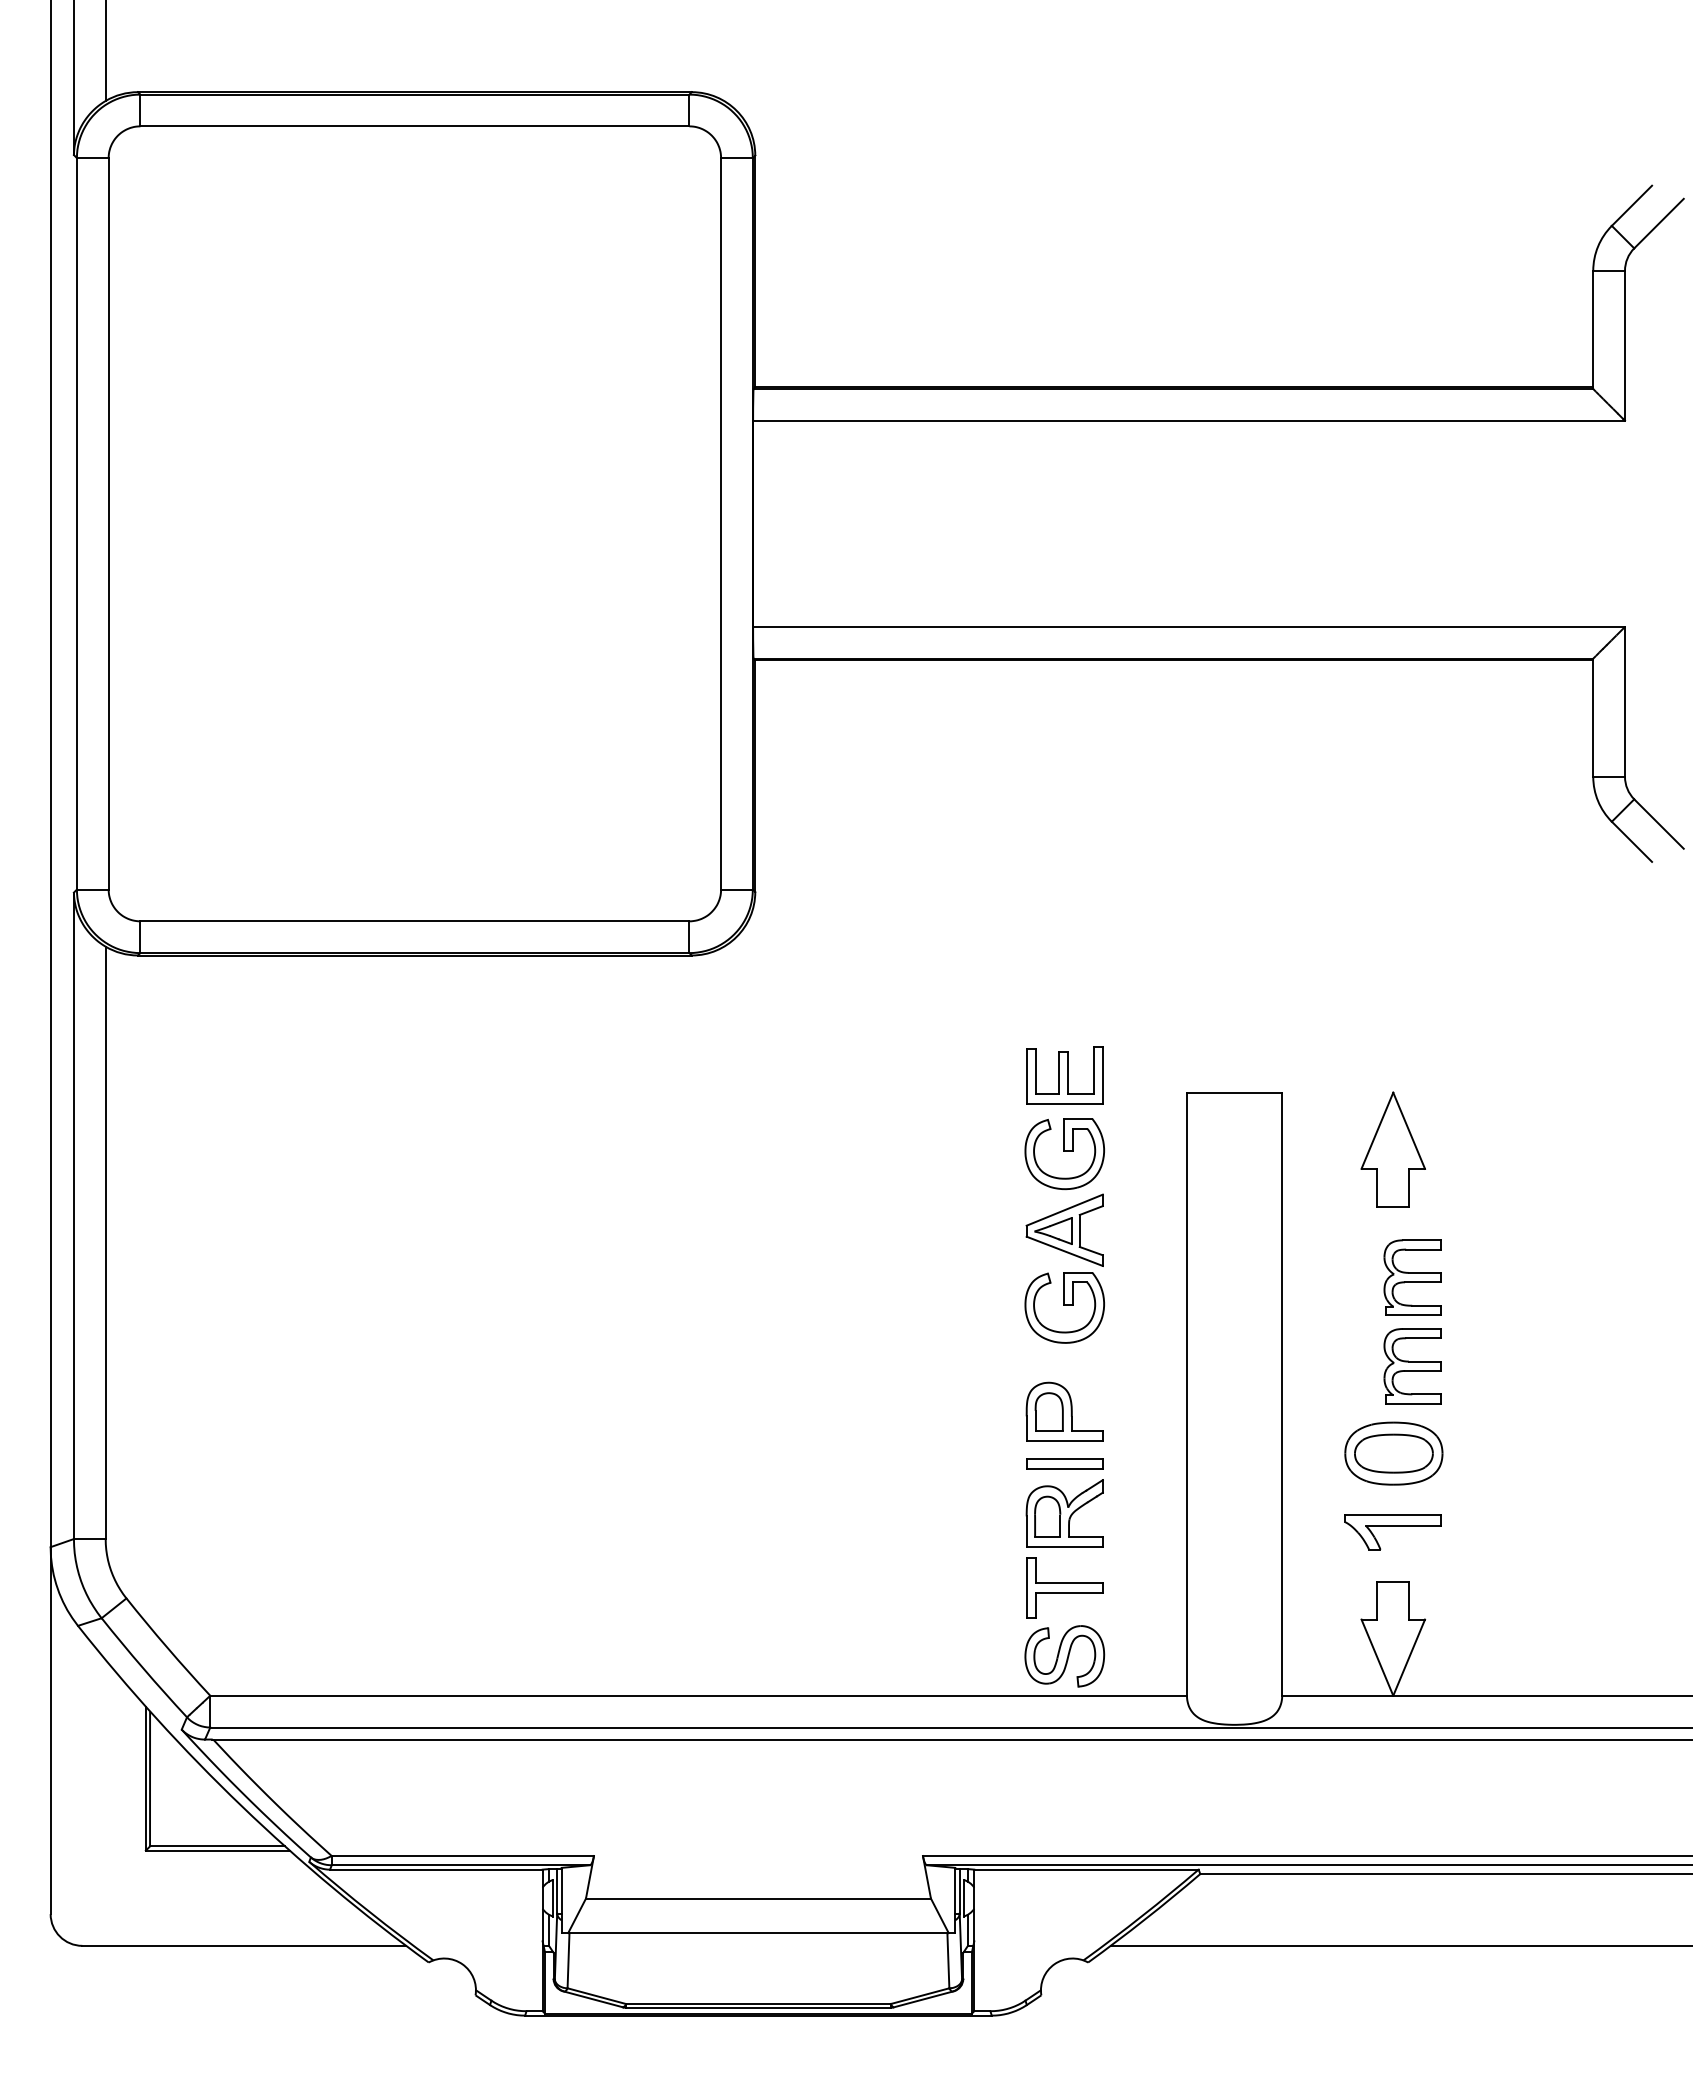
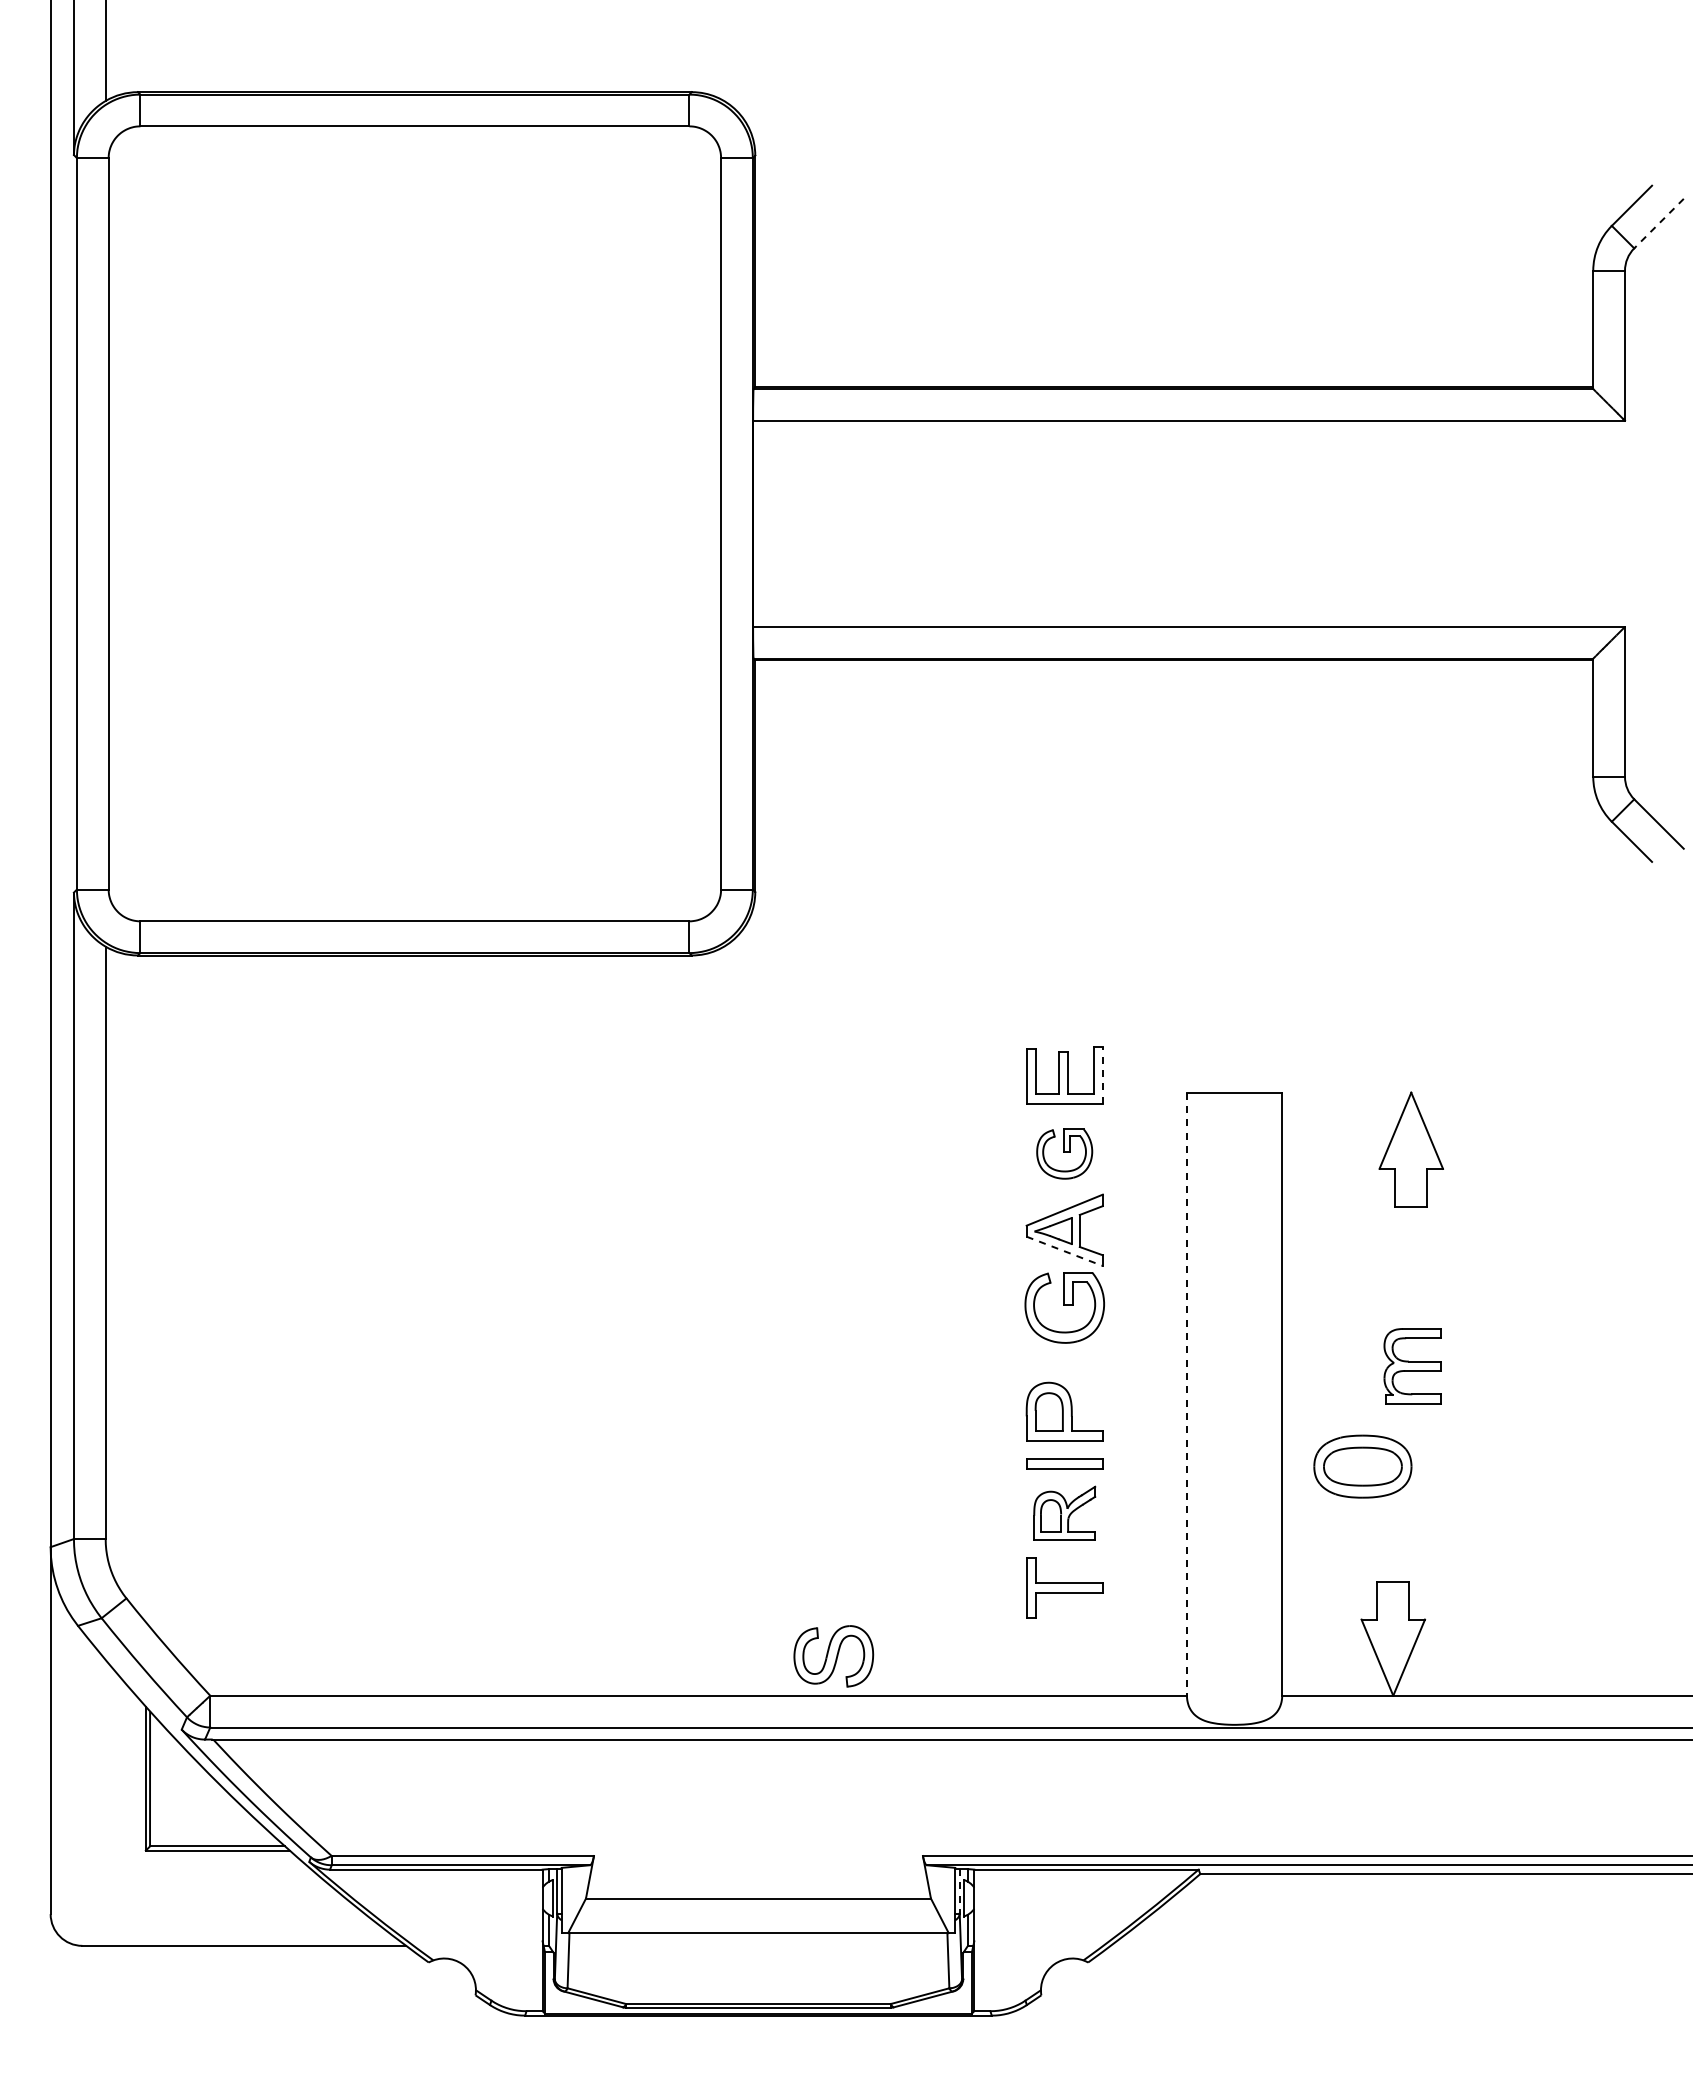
line at (1658, 223): solid -> dashed
line at (1102, 1074): solid -> dashed
part at (1392, 1149) position: (1392, 1149) -> (1410, 1149)
part at (1064, 1154) size: 81x73 px -> 58x52 px
line at (1064, 1251): solid -> dashed
part at (1412, 1277): present -> none
line at (1186, 1394): solid -> dashed
part at (1393, 1453) position: (1393, 1453) -> (1362, 1466)
part at (1064, 1513) size: 79x69 px -> 64x56 px
part at (1392, 1532): present -> none
part at (1064, 1656) position: (1064, 1656) -> (833, 1656)
line at (959, 1891): solid -> dashed
line at (1399, 1945): present -> none
